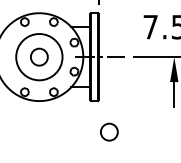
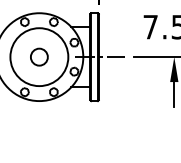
circle at (39, 57) diameter: 46 px -> 58 px
circle at (109, 131): present -> none
